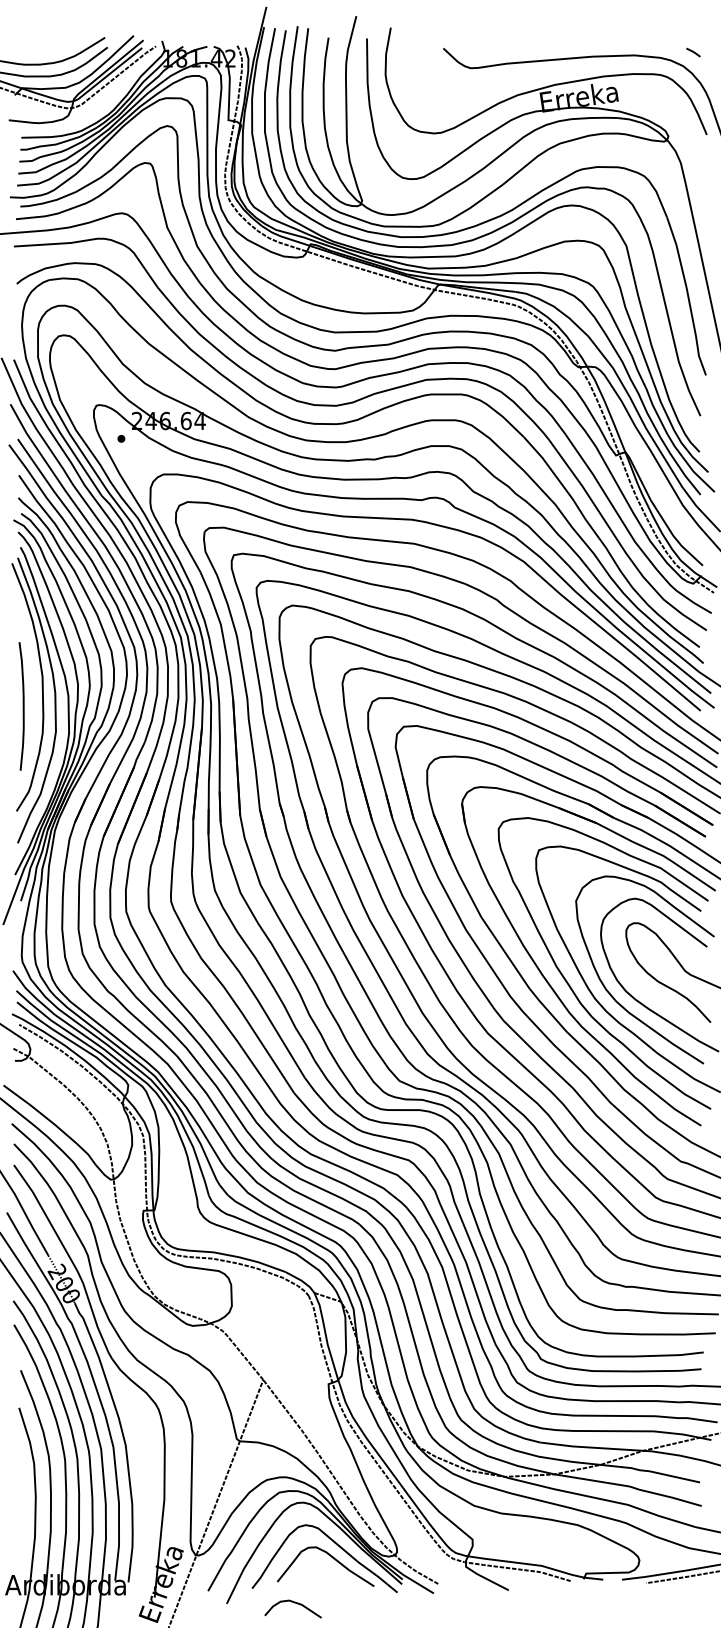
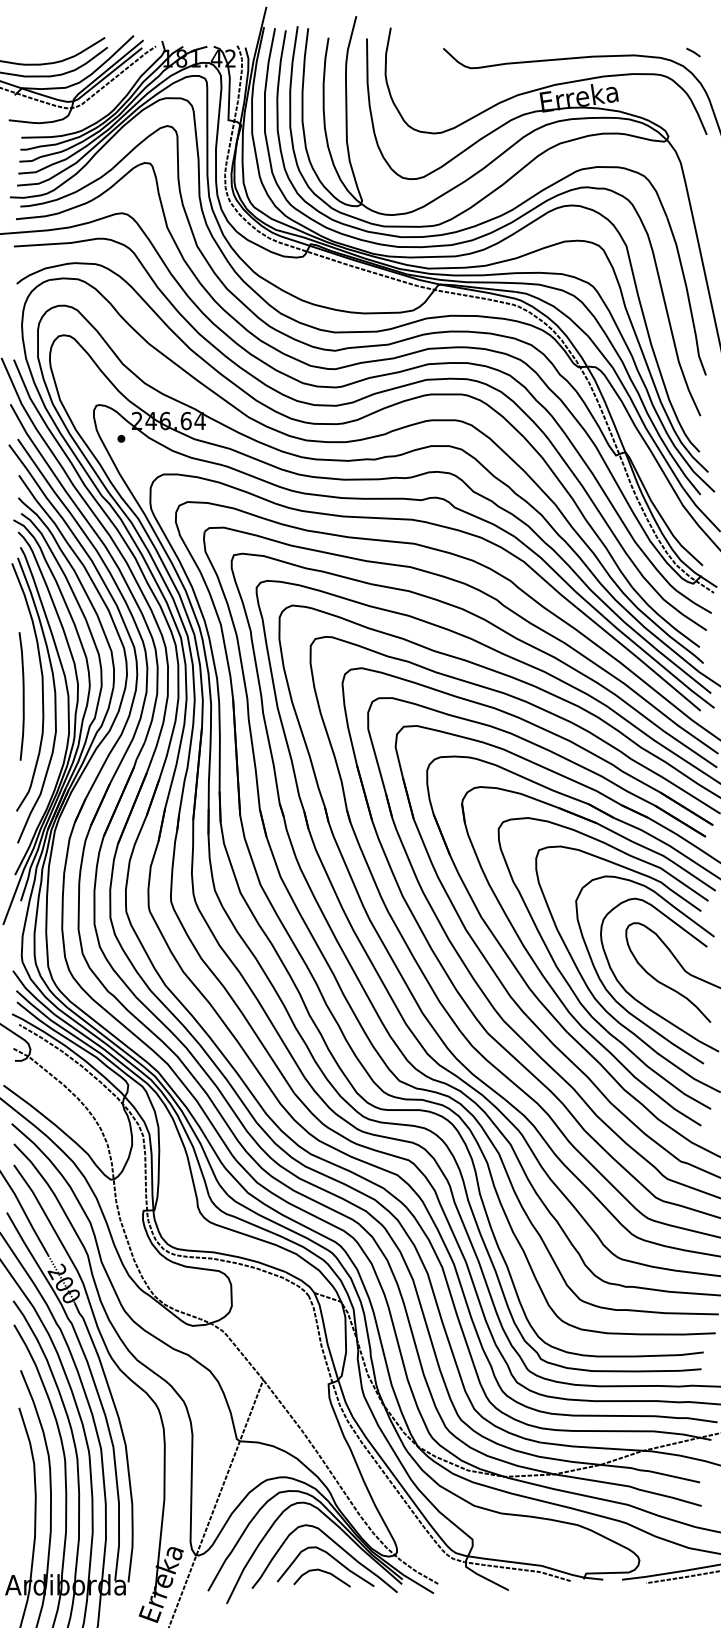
curve at (22, 706) position: (22, 706) -> (22, 696)
curve at (294, 1603) position: (294, 1603) -> (323, 1572)
